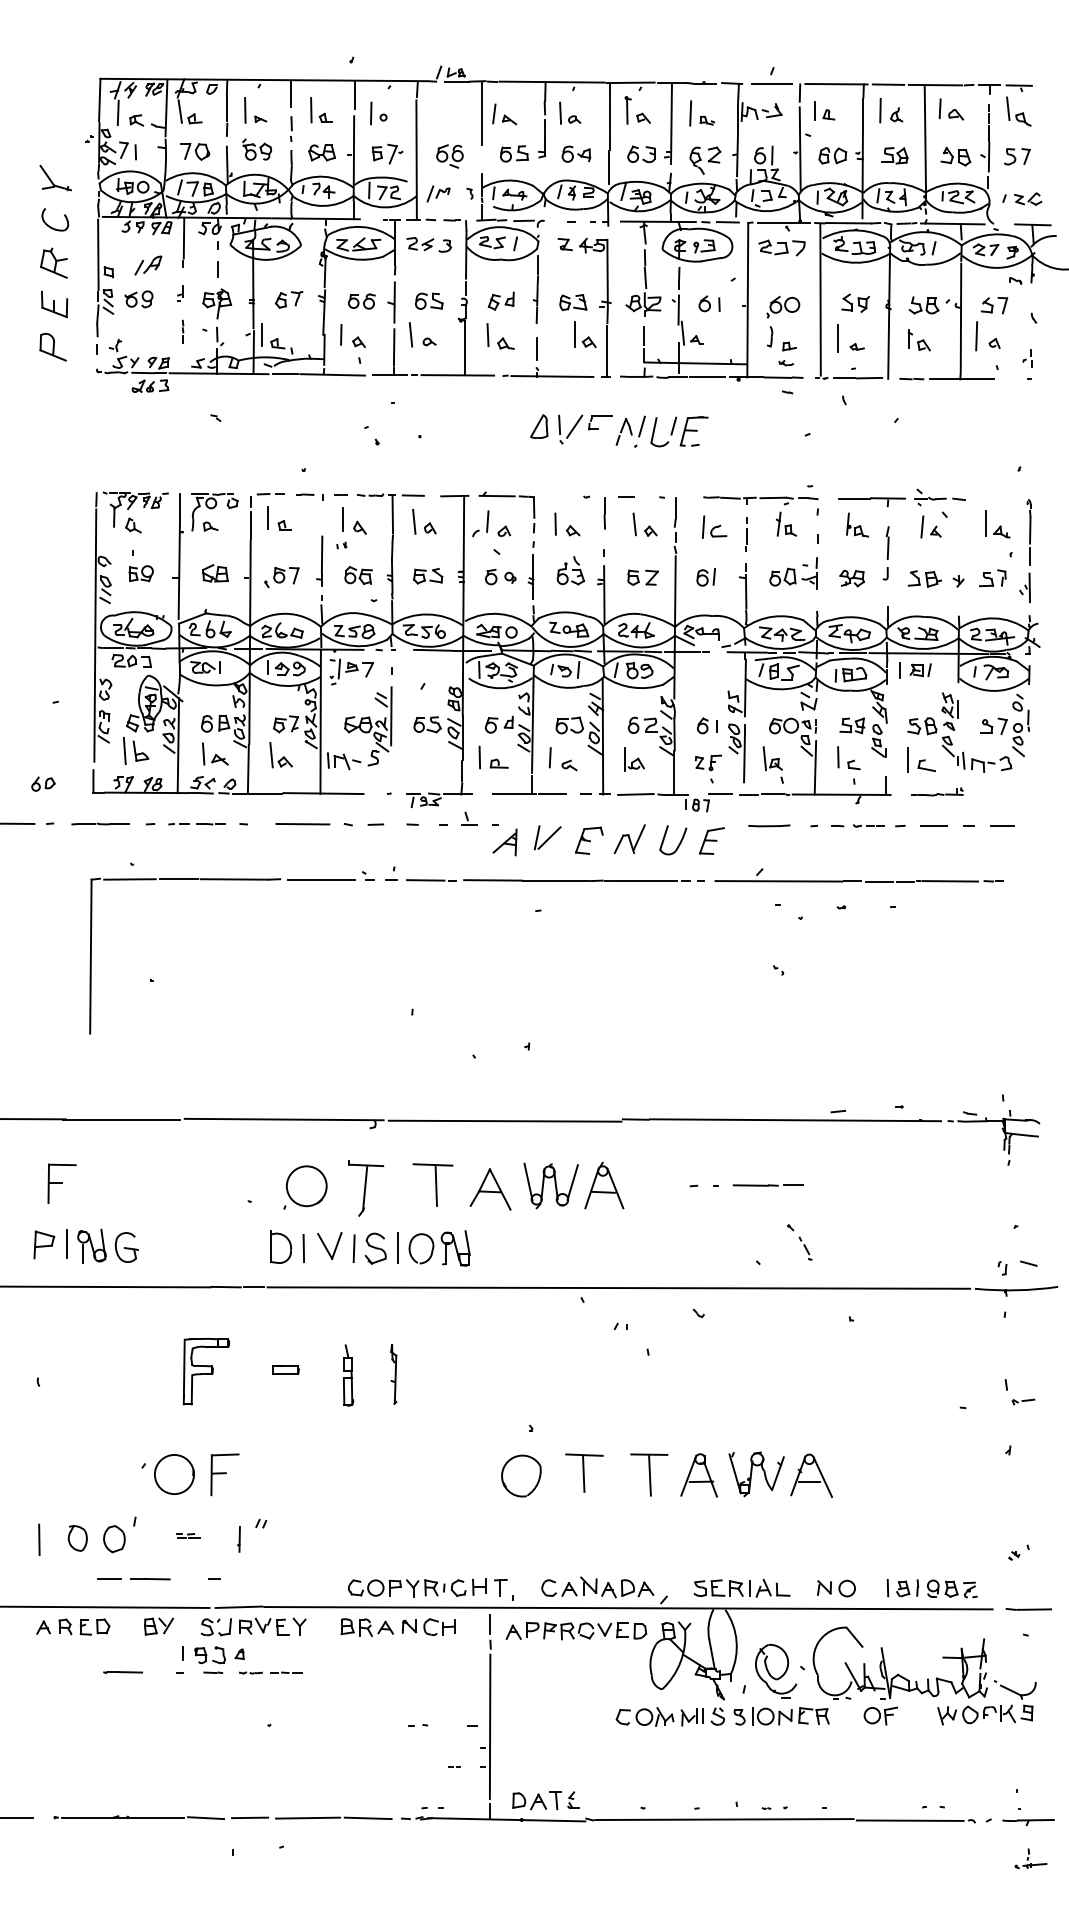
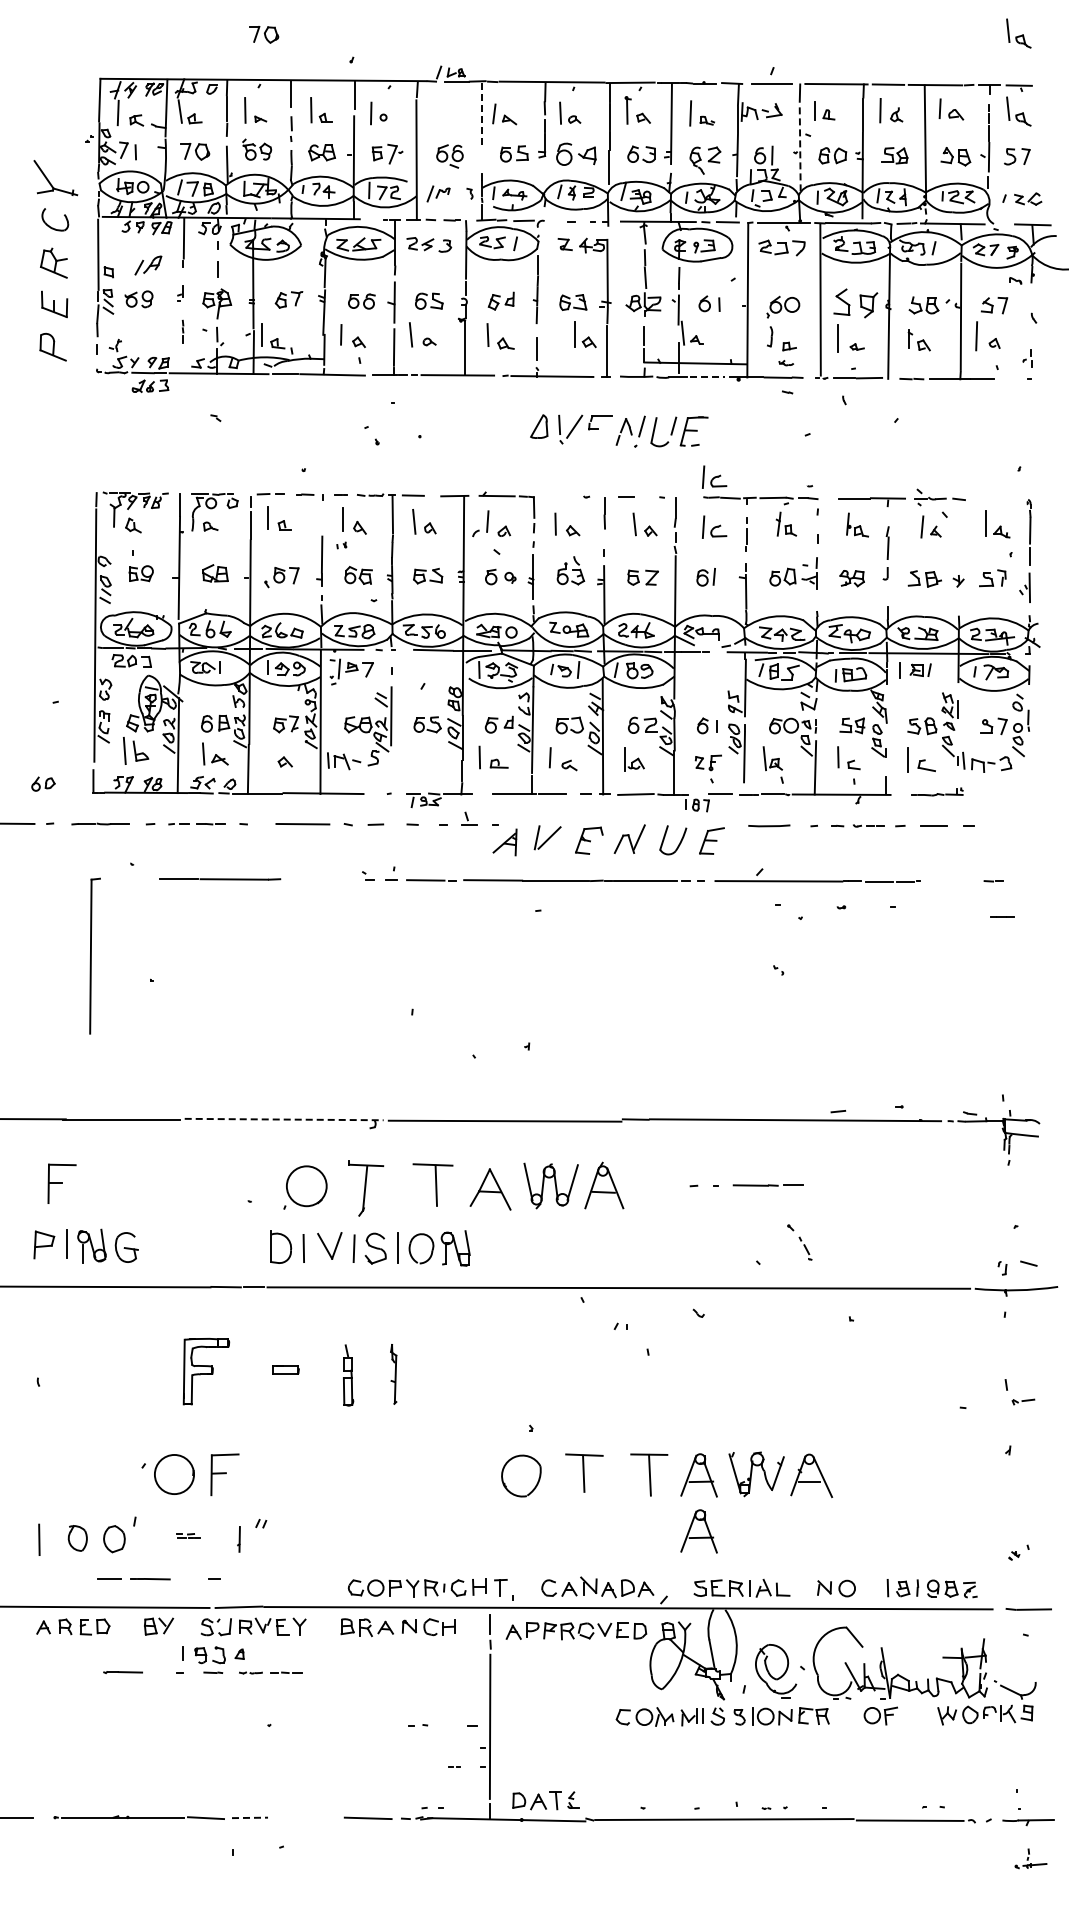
part at (1018, 33): none -> present
part at (264, 34): none -> present
line at (482, 114): solid -> dashed
line at (800, 149): solid -> dashed
part at (576, 153) size: 31x18 px -> 41x24 px
part at (55, 177) size: 33x28 px -> 46x37 px
part at (855, 302) size: 29x20 px -> 46x31 px
line at (707, 377): solid -> dashed
part at (714, 476): none -> present
line at (271, 755): present -> none
line at (1002, 825) position: (1002, 825) -> (1002, 916)
line at (129, 879): present -> none
line at (320, 880): present -> none
line at (950, 881): present -> none
line at (284, 1119): solid -> dashed
part at (698, 1531): none -> present
line at (250, 1817): solid -> dashed
line at (308, 1817): present -> none
